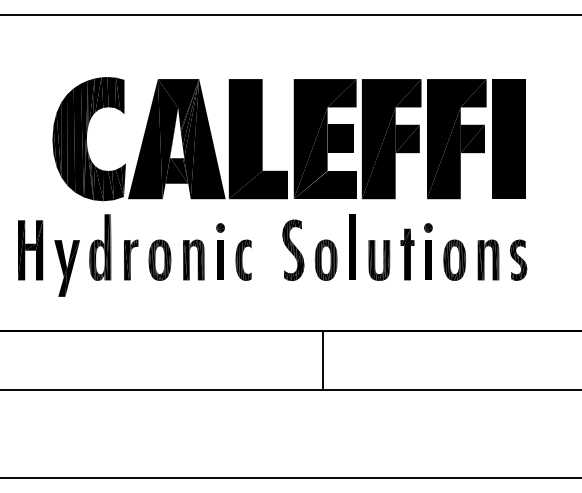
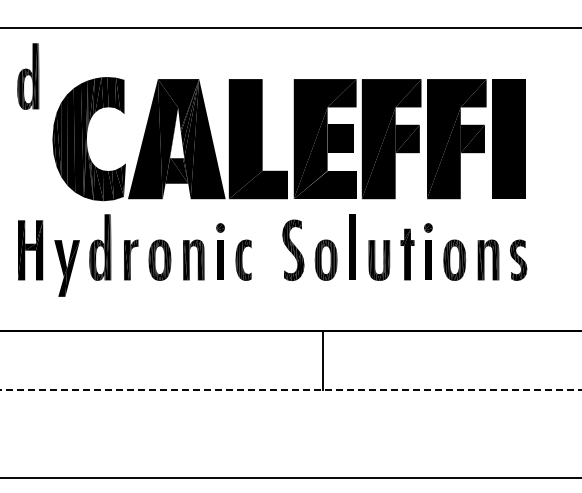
line at (290, 14) position: (290, 14) -> (290, 27)
part at (28, 76): none -> present
line at (290, 389): solid -> dashed
